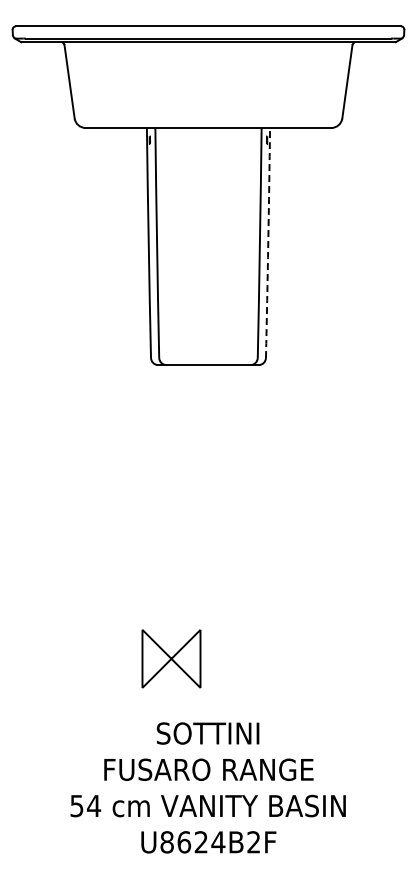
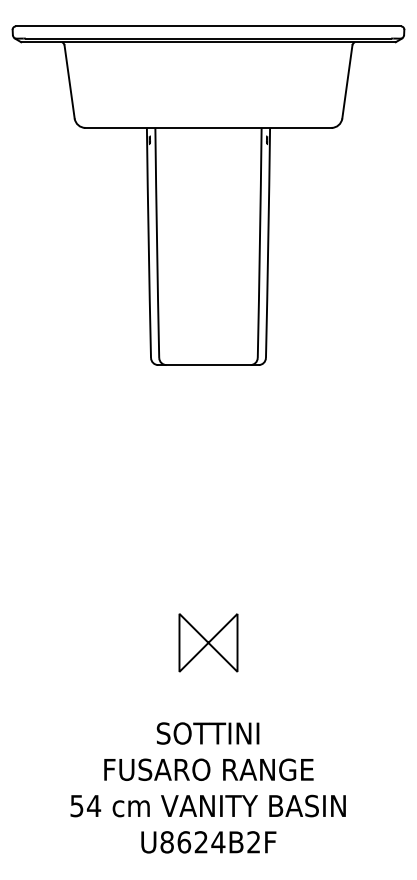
arc at (268, 243): dashed -> solid
part at (171, 658) position: (171, 658) -> (208, 642)
